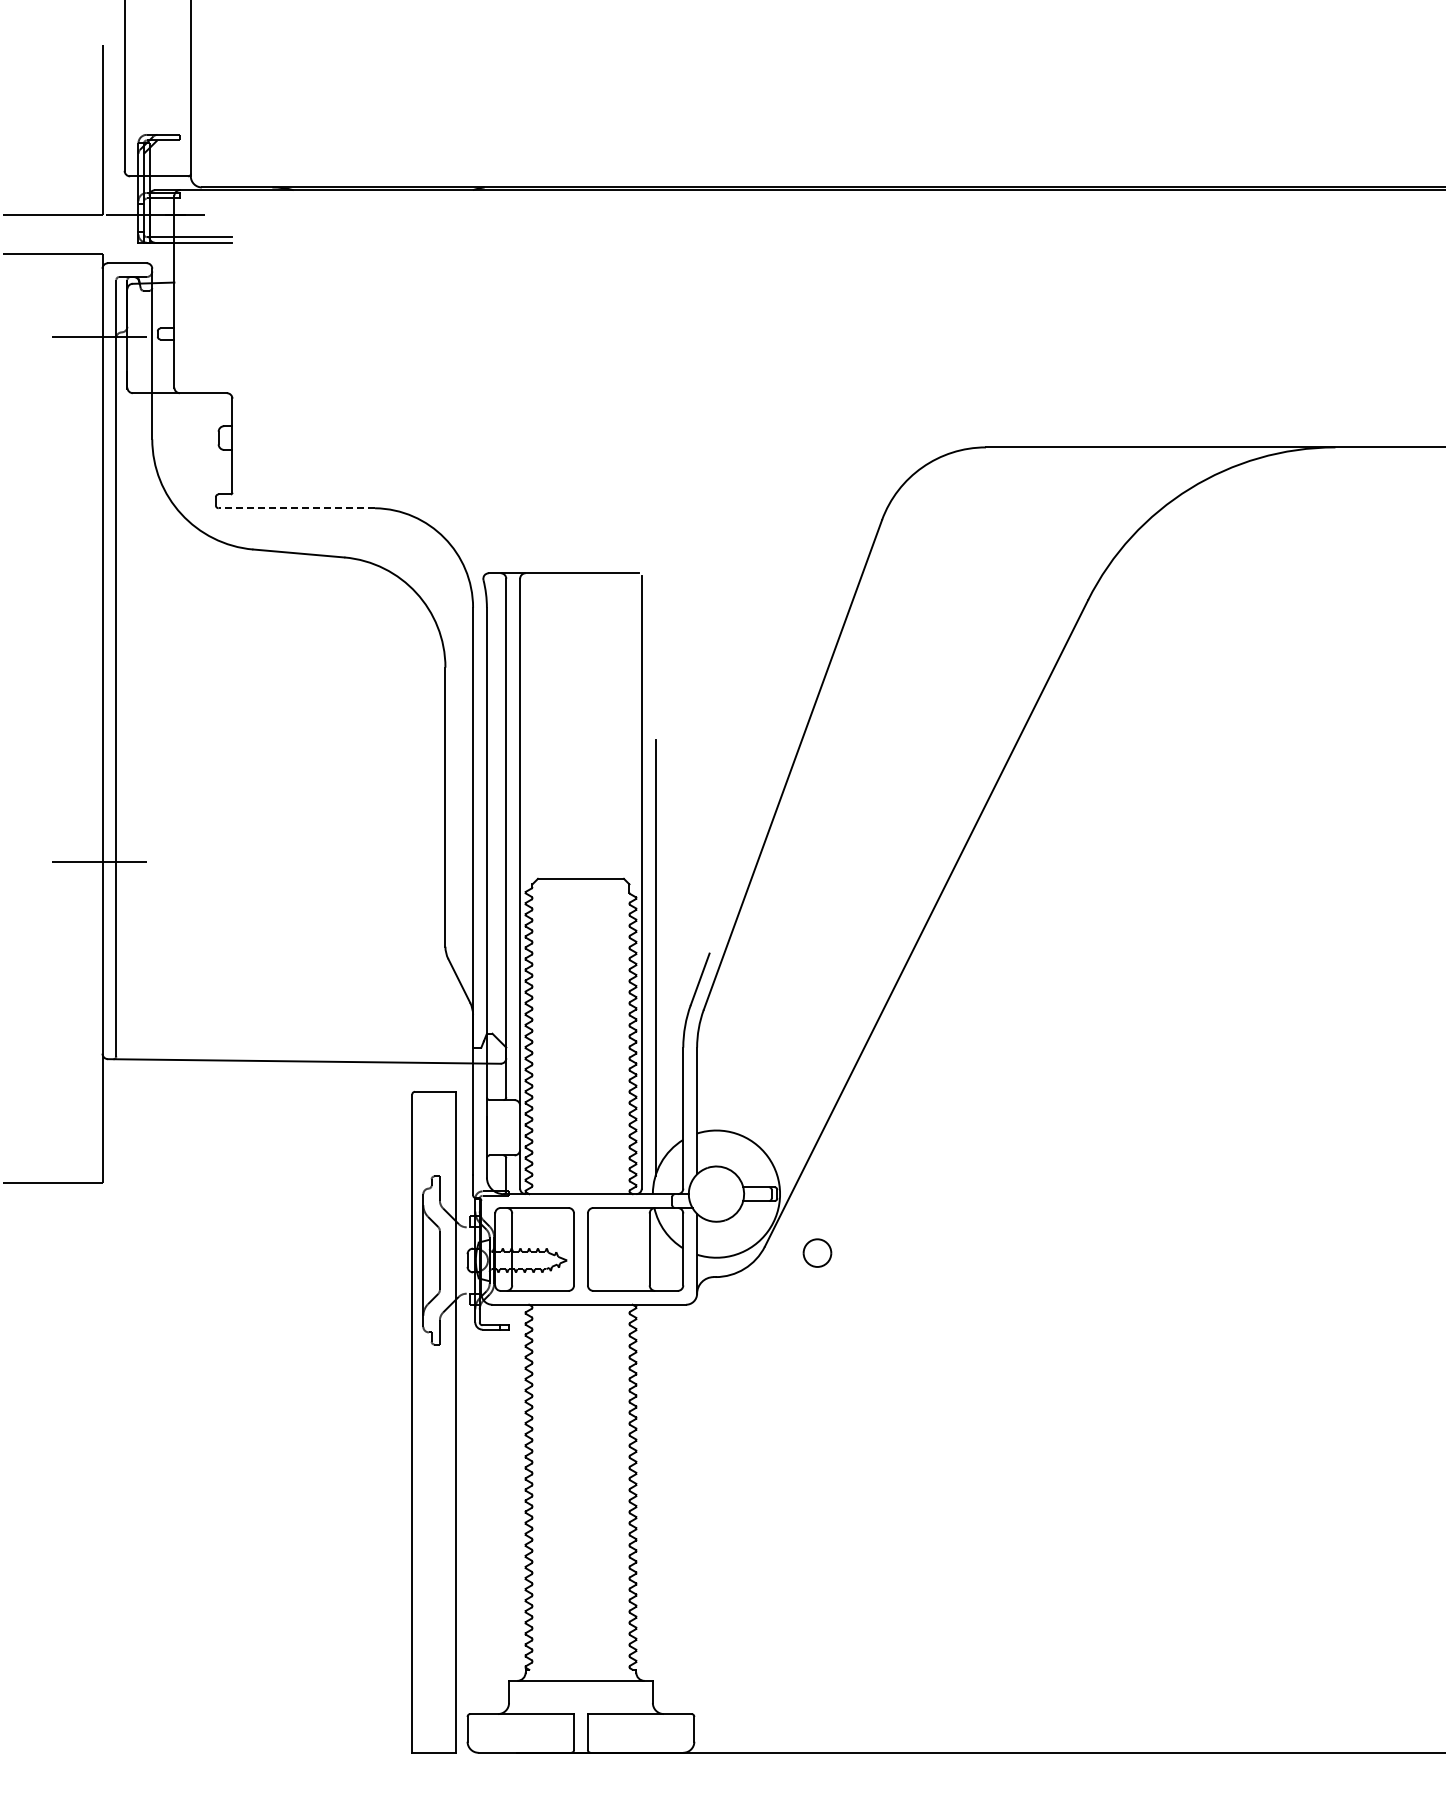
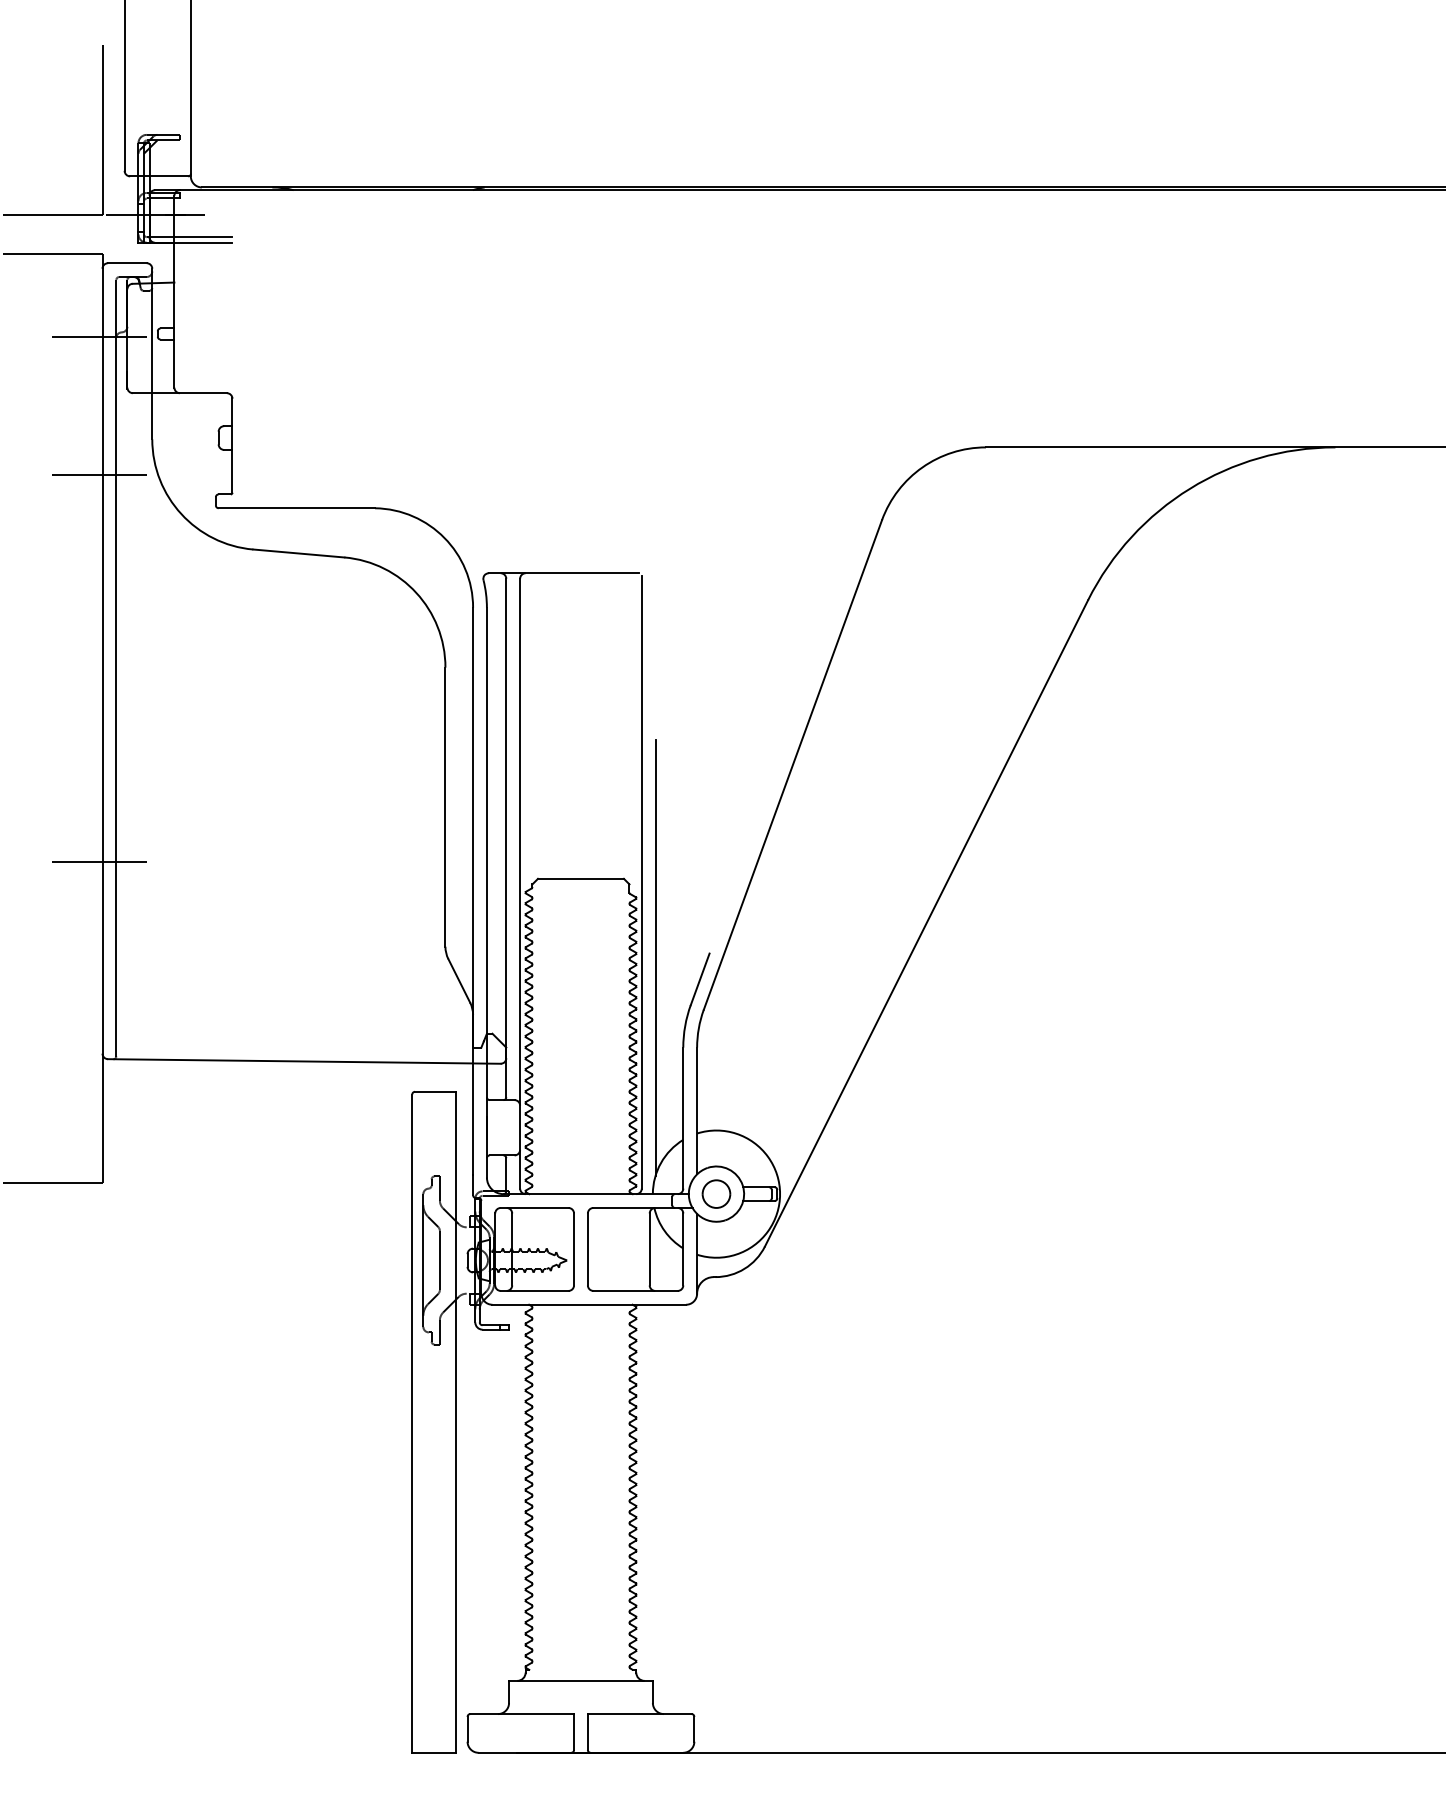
line at (98, 475): none -> present
line at (296, 508): dashed -> solid
part at (817, 1252) position: (817, 1252) -> (716, 1193)
